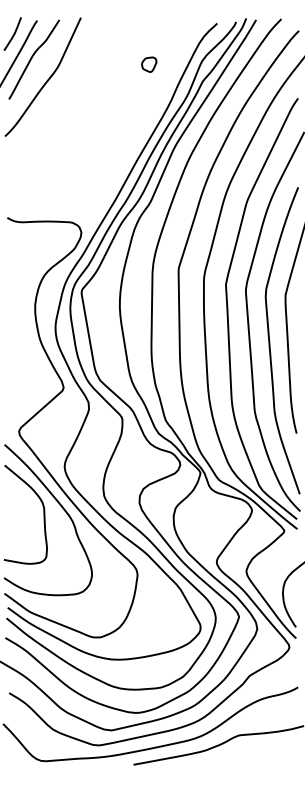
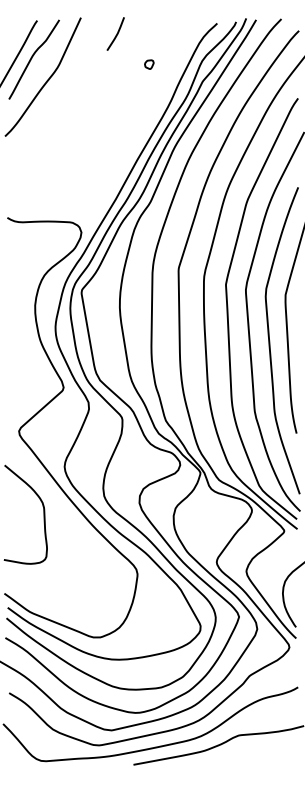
curve at (13, 33) position: (13, 33) -> (116, 33)
part at (149, 64) size: 17x17 px -> 11x11 px
curve at (63, 510): present -> none
